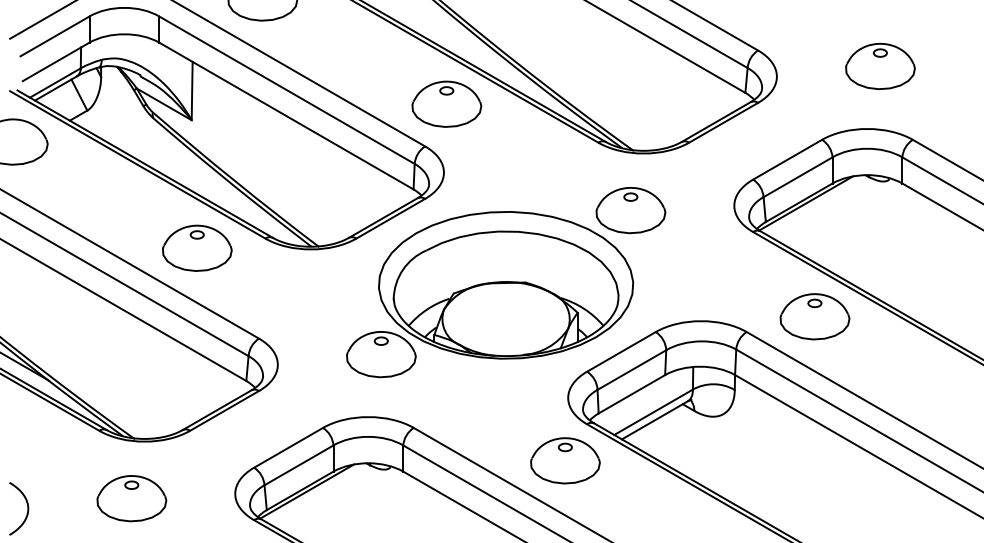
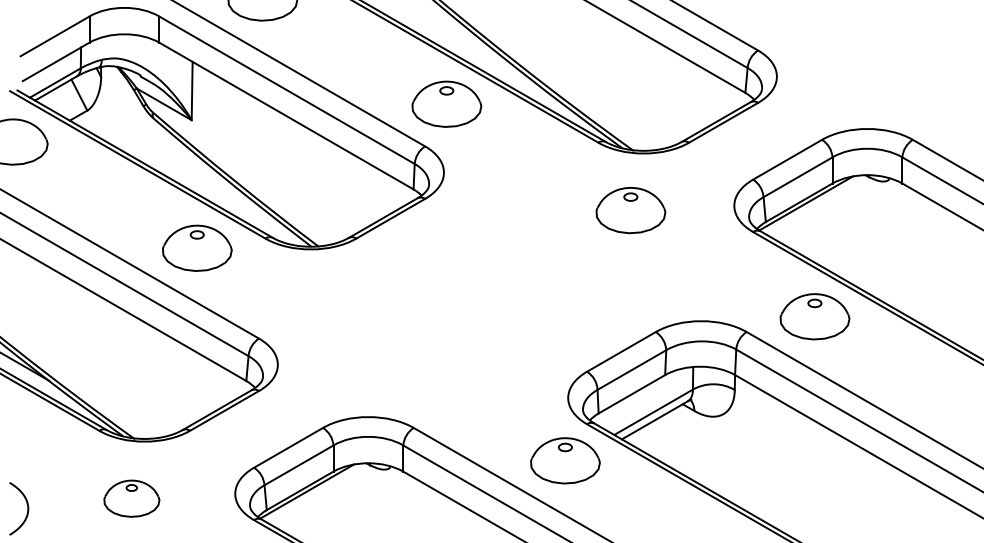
line at (41, 20): present -> none
part at (880, 66): present -> none
part at (490, 294): present -> none
part at (131, 498) size: 72x48 px -> 58x39 px
